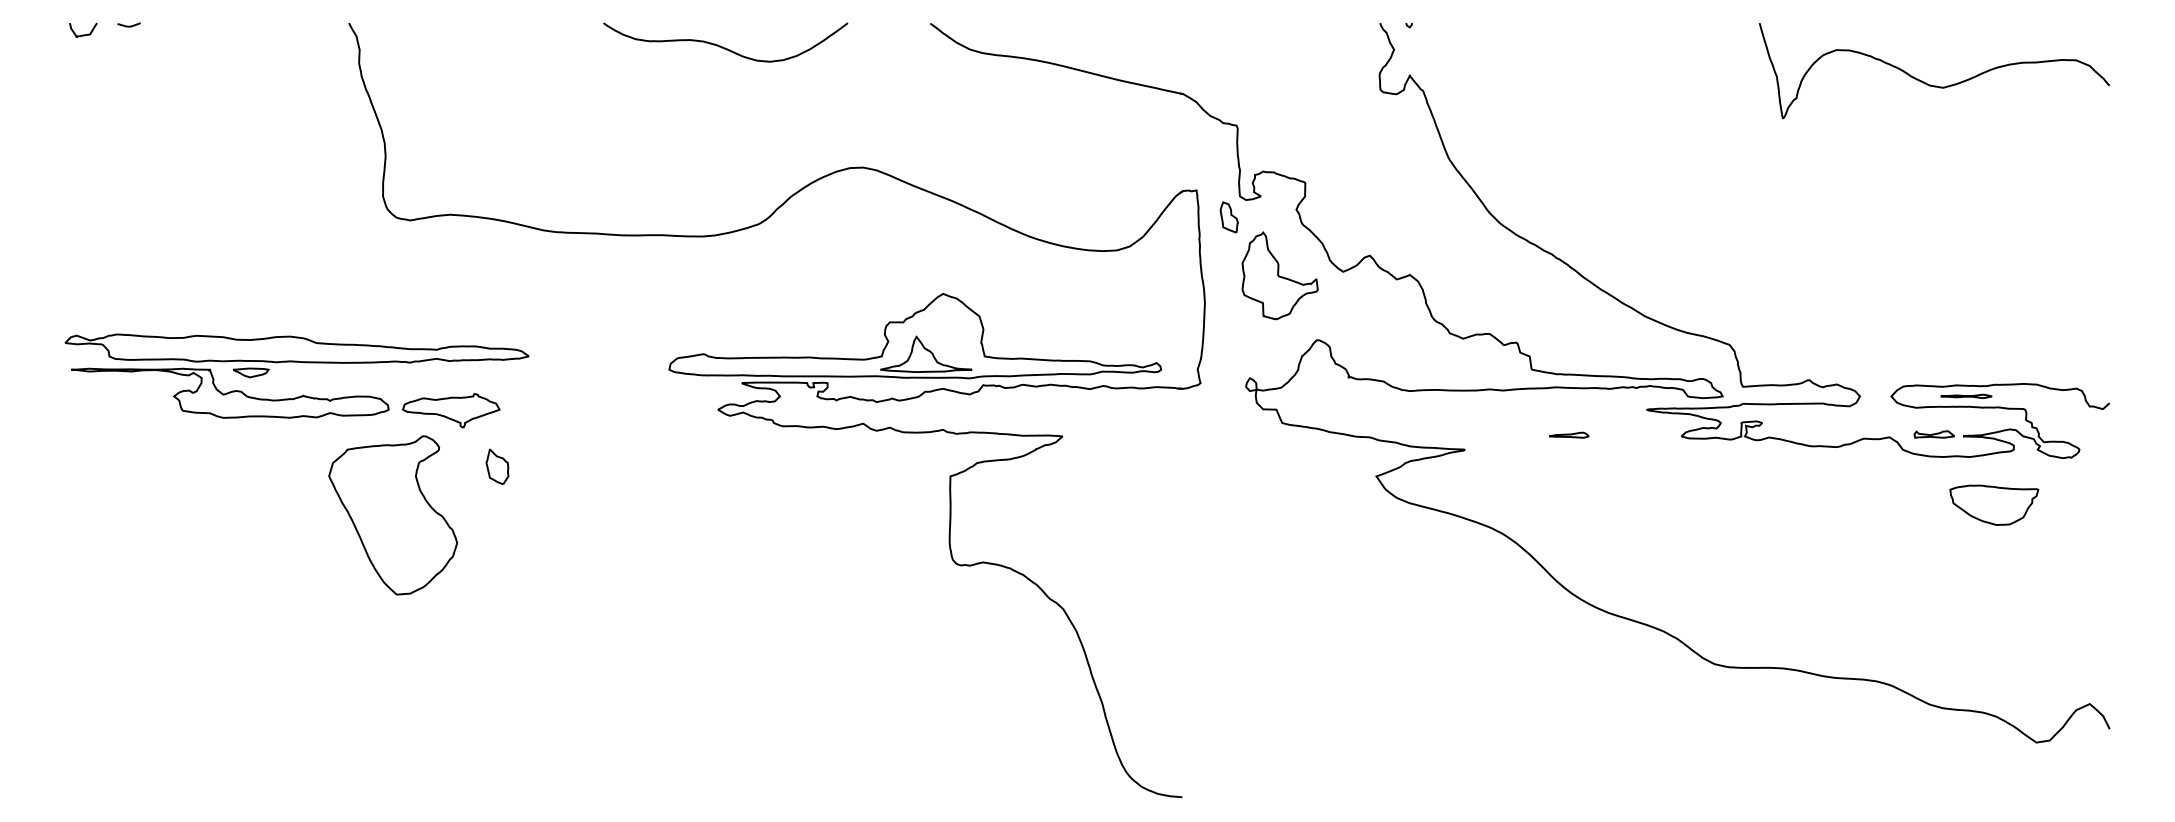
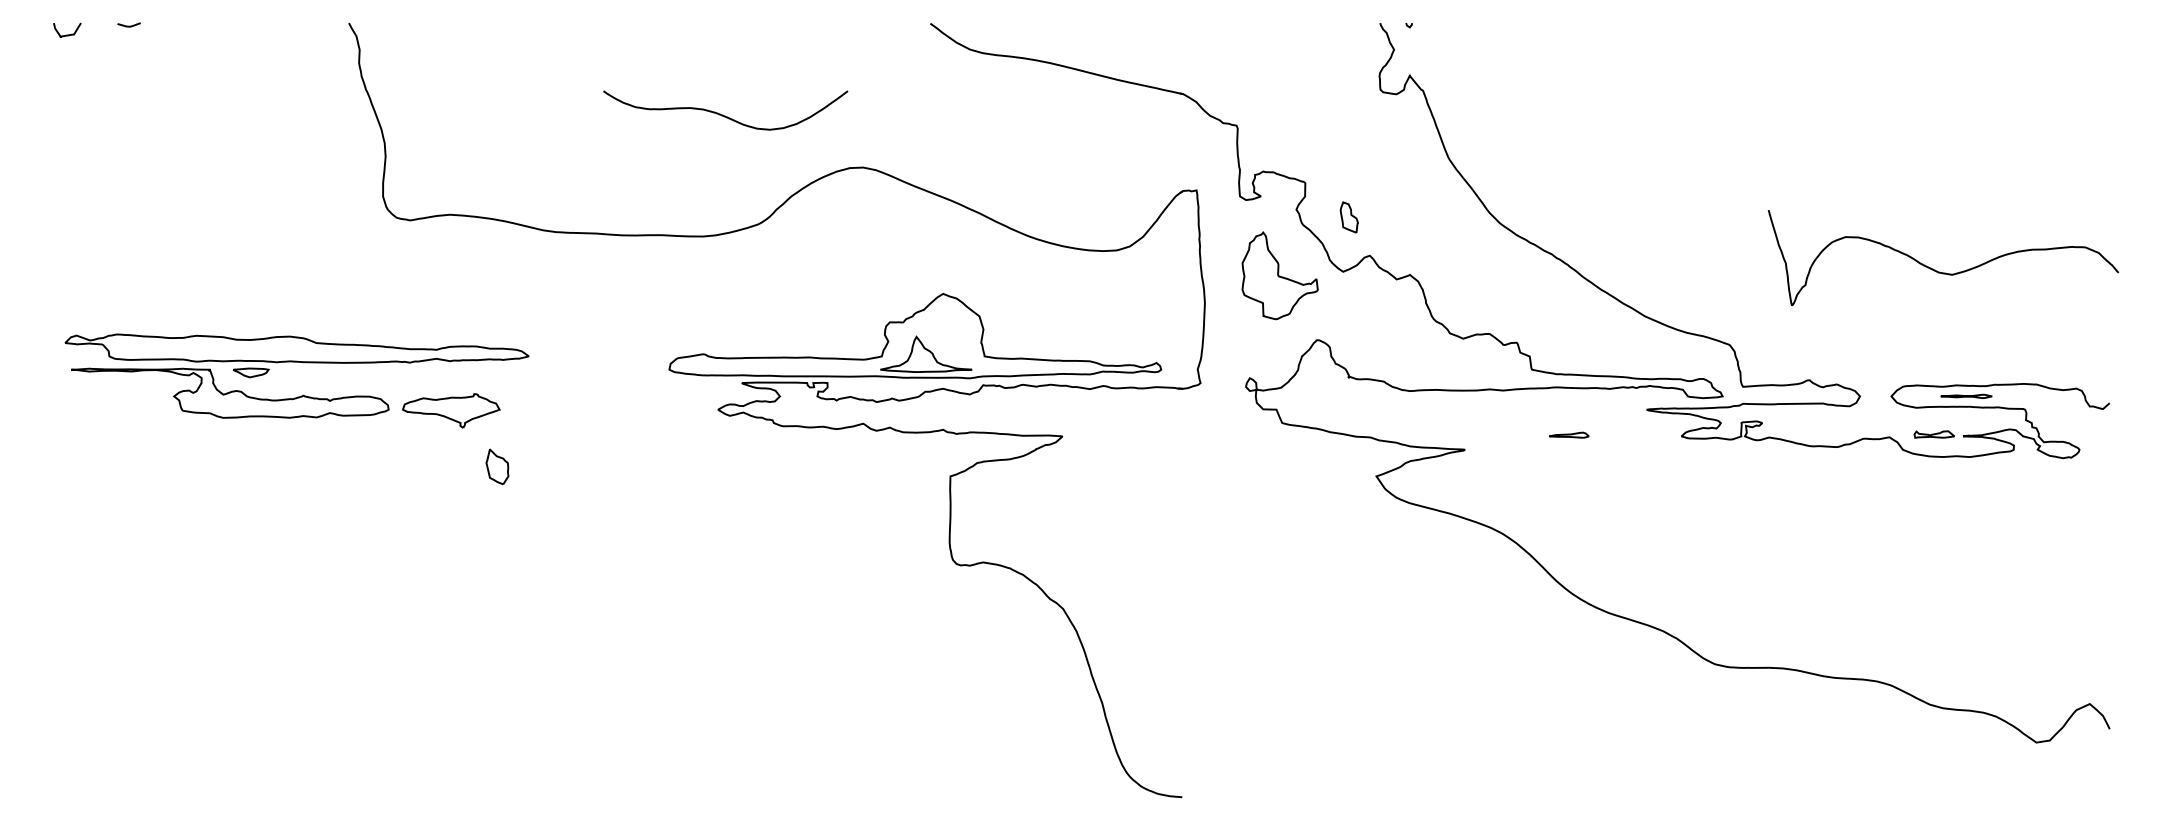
curve at (83, 34) position: (83, 34) -> (67, 34)
curve at (722, 46) position: (722, 46) -> (722, 114)
curve at (1928, 83) position: (1928, 83) -> (1937, 270)
part at (1228, 217) position: (1228, 217) -> (1348, 217)
part at (1994, 504): present -> none
part at (392, 515): present -> none
